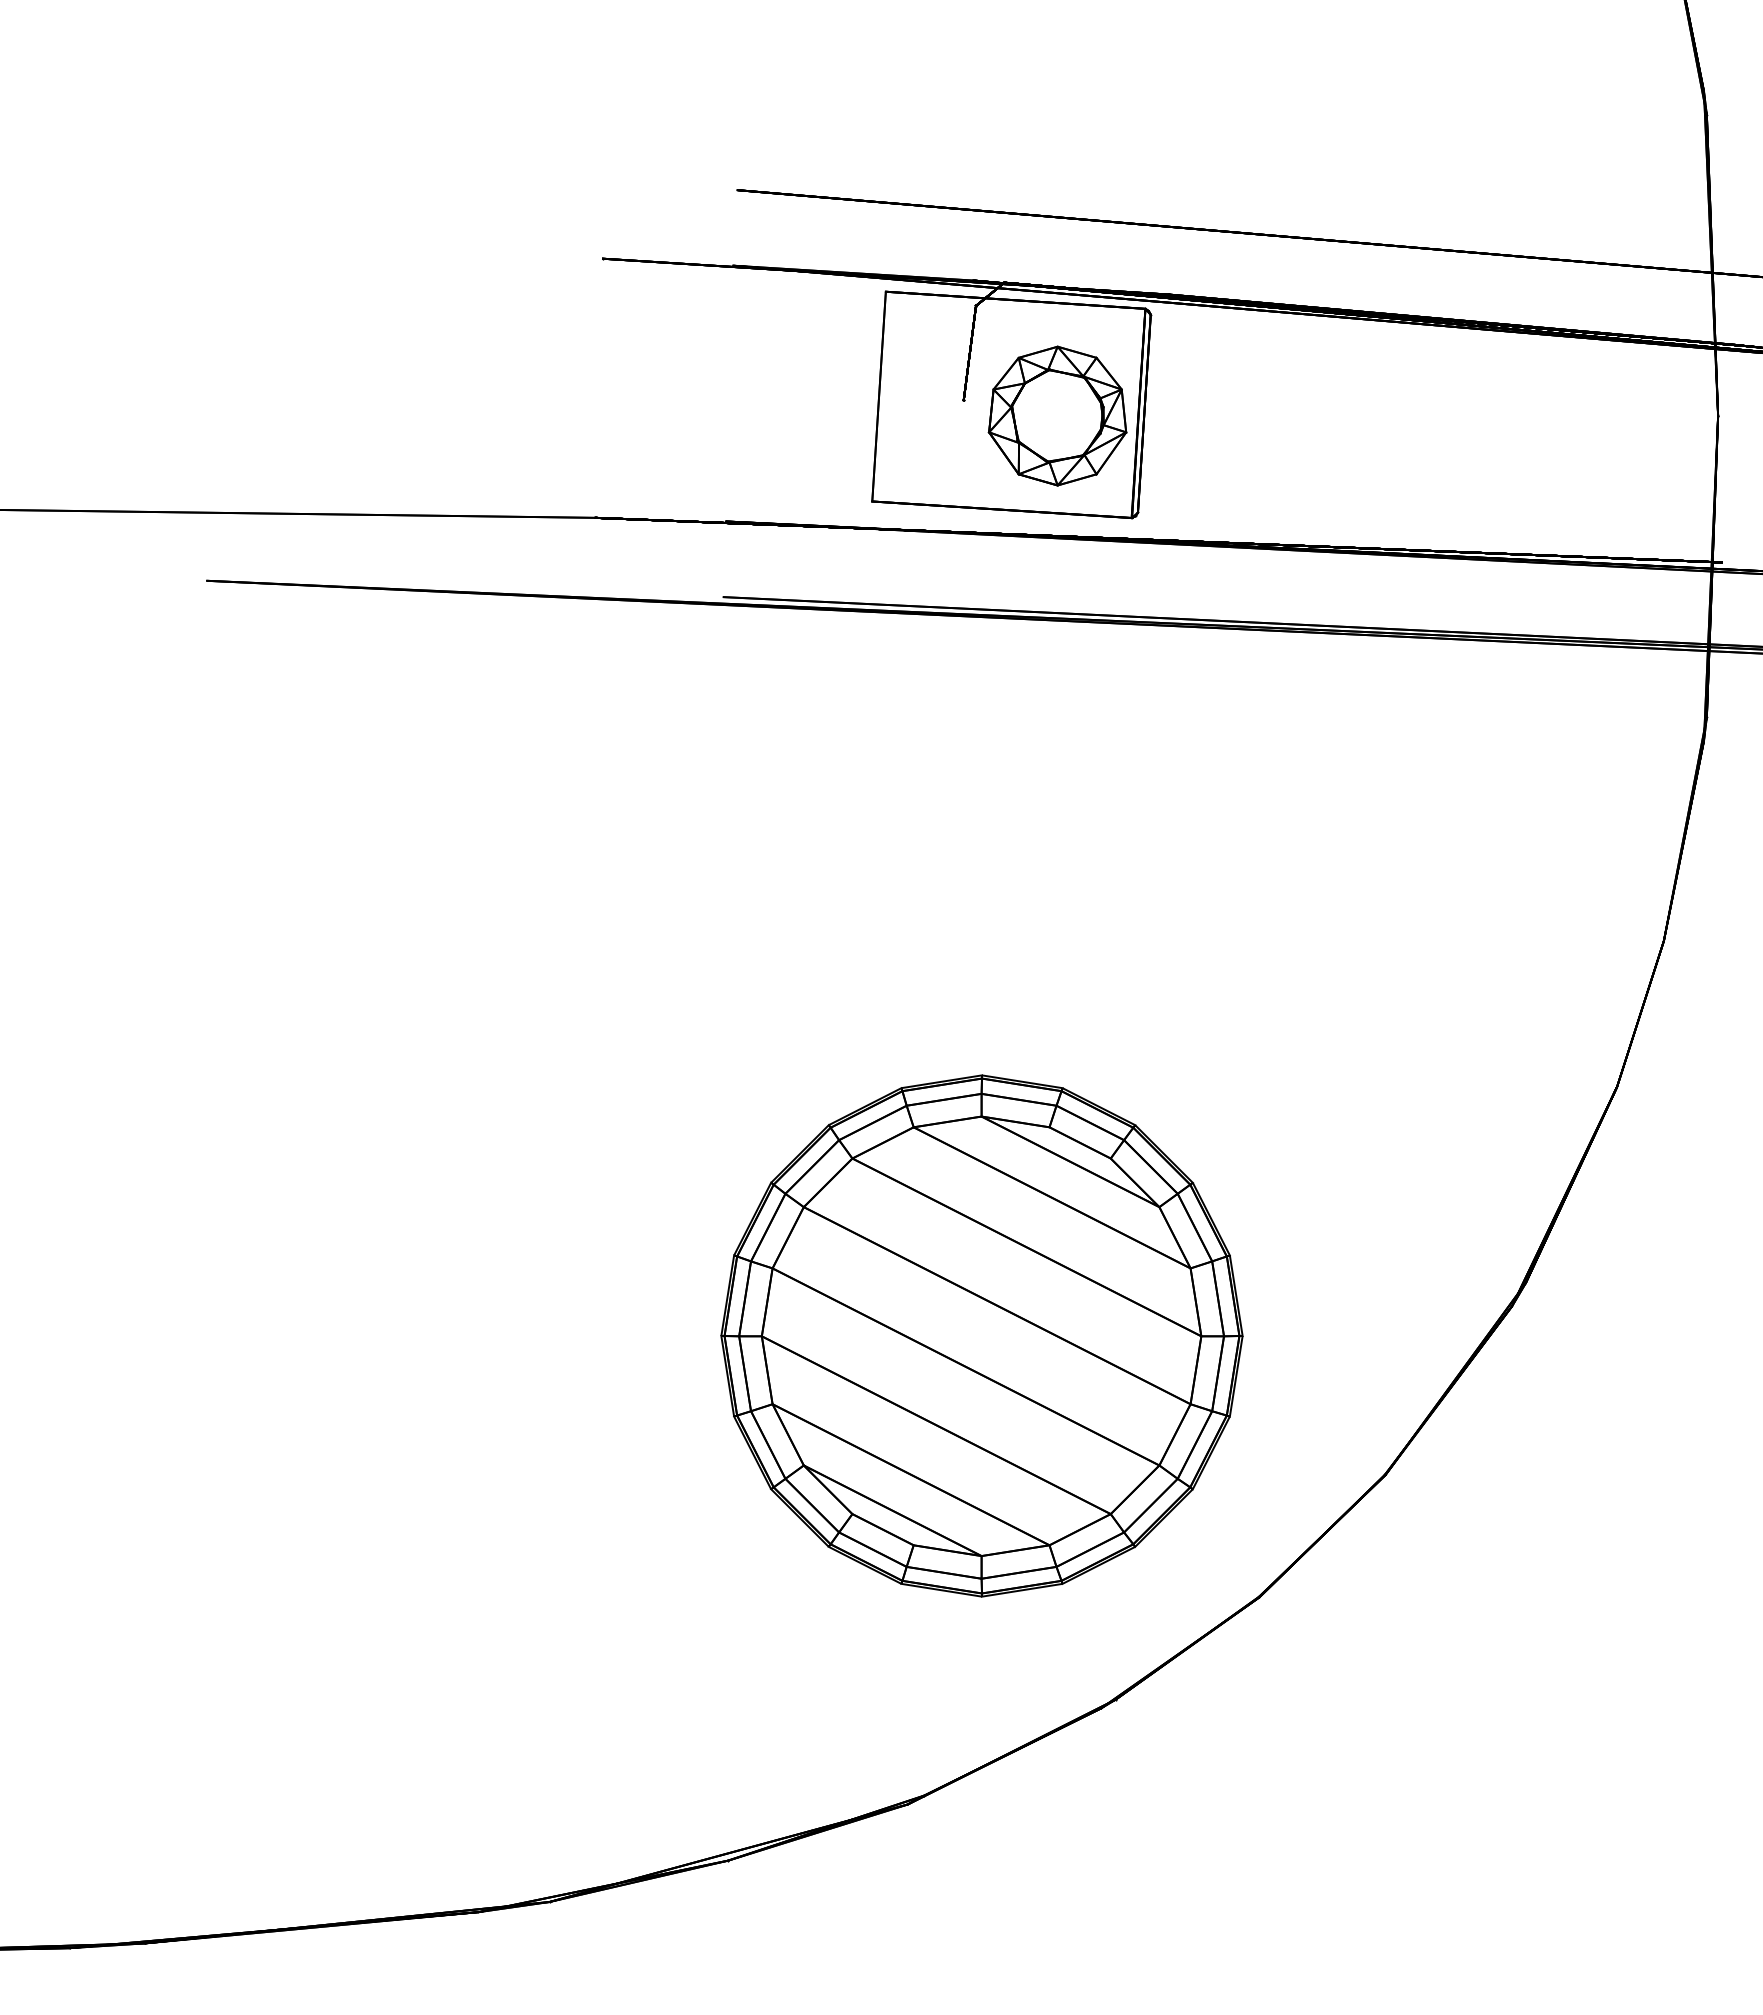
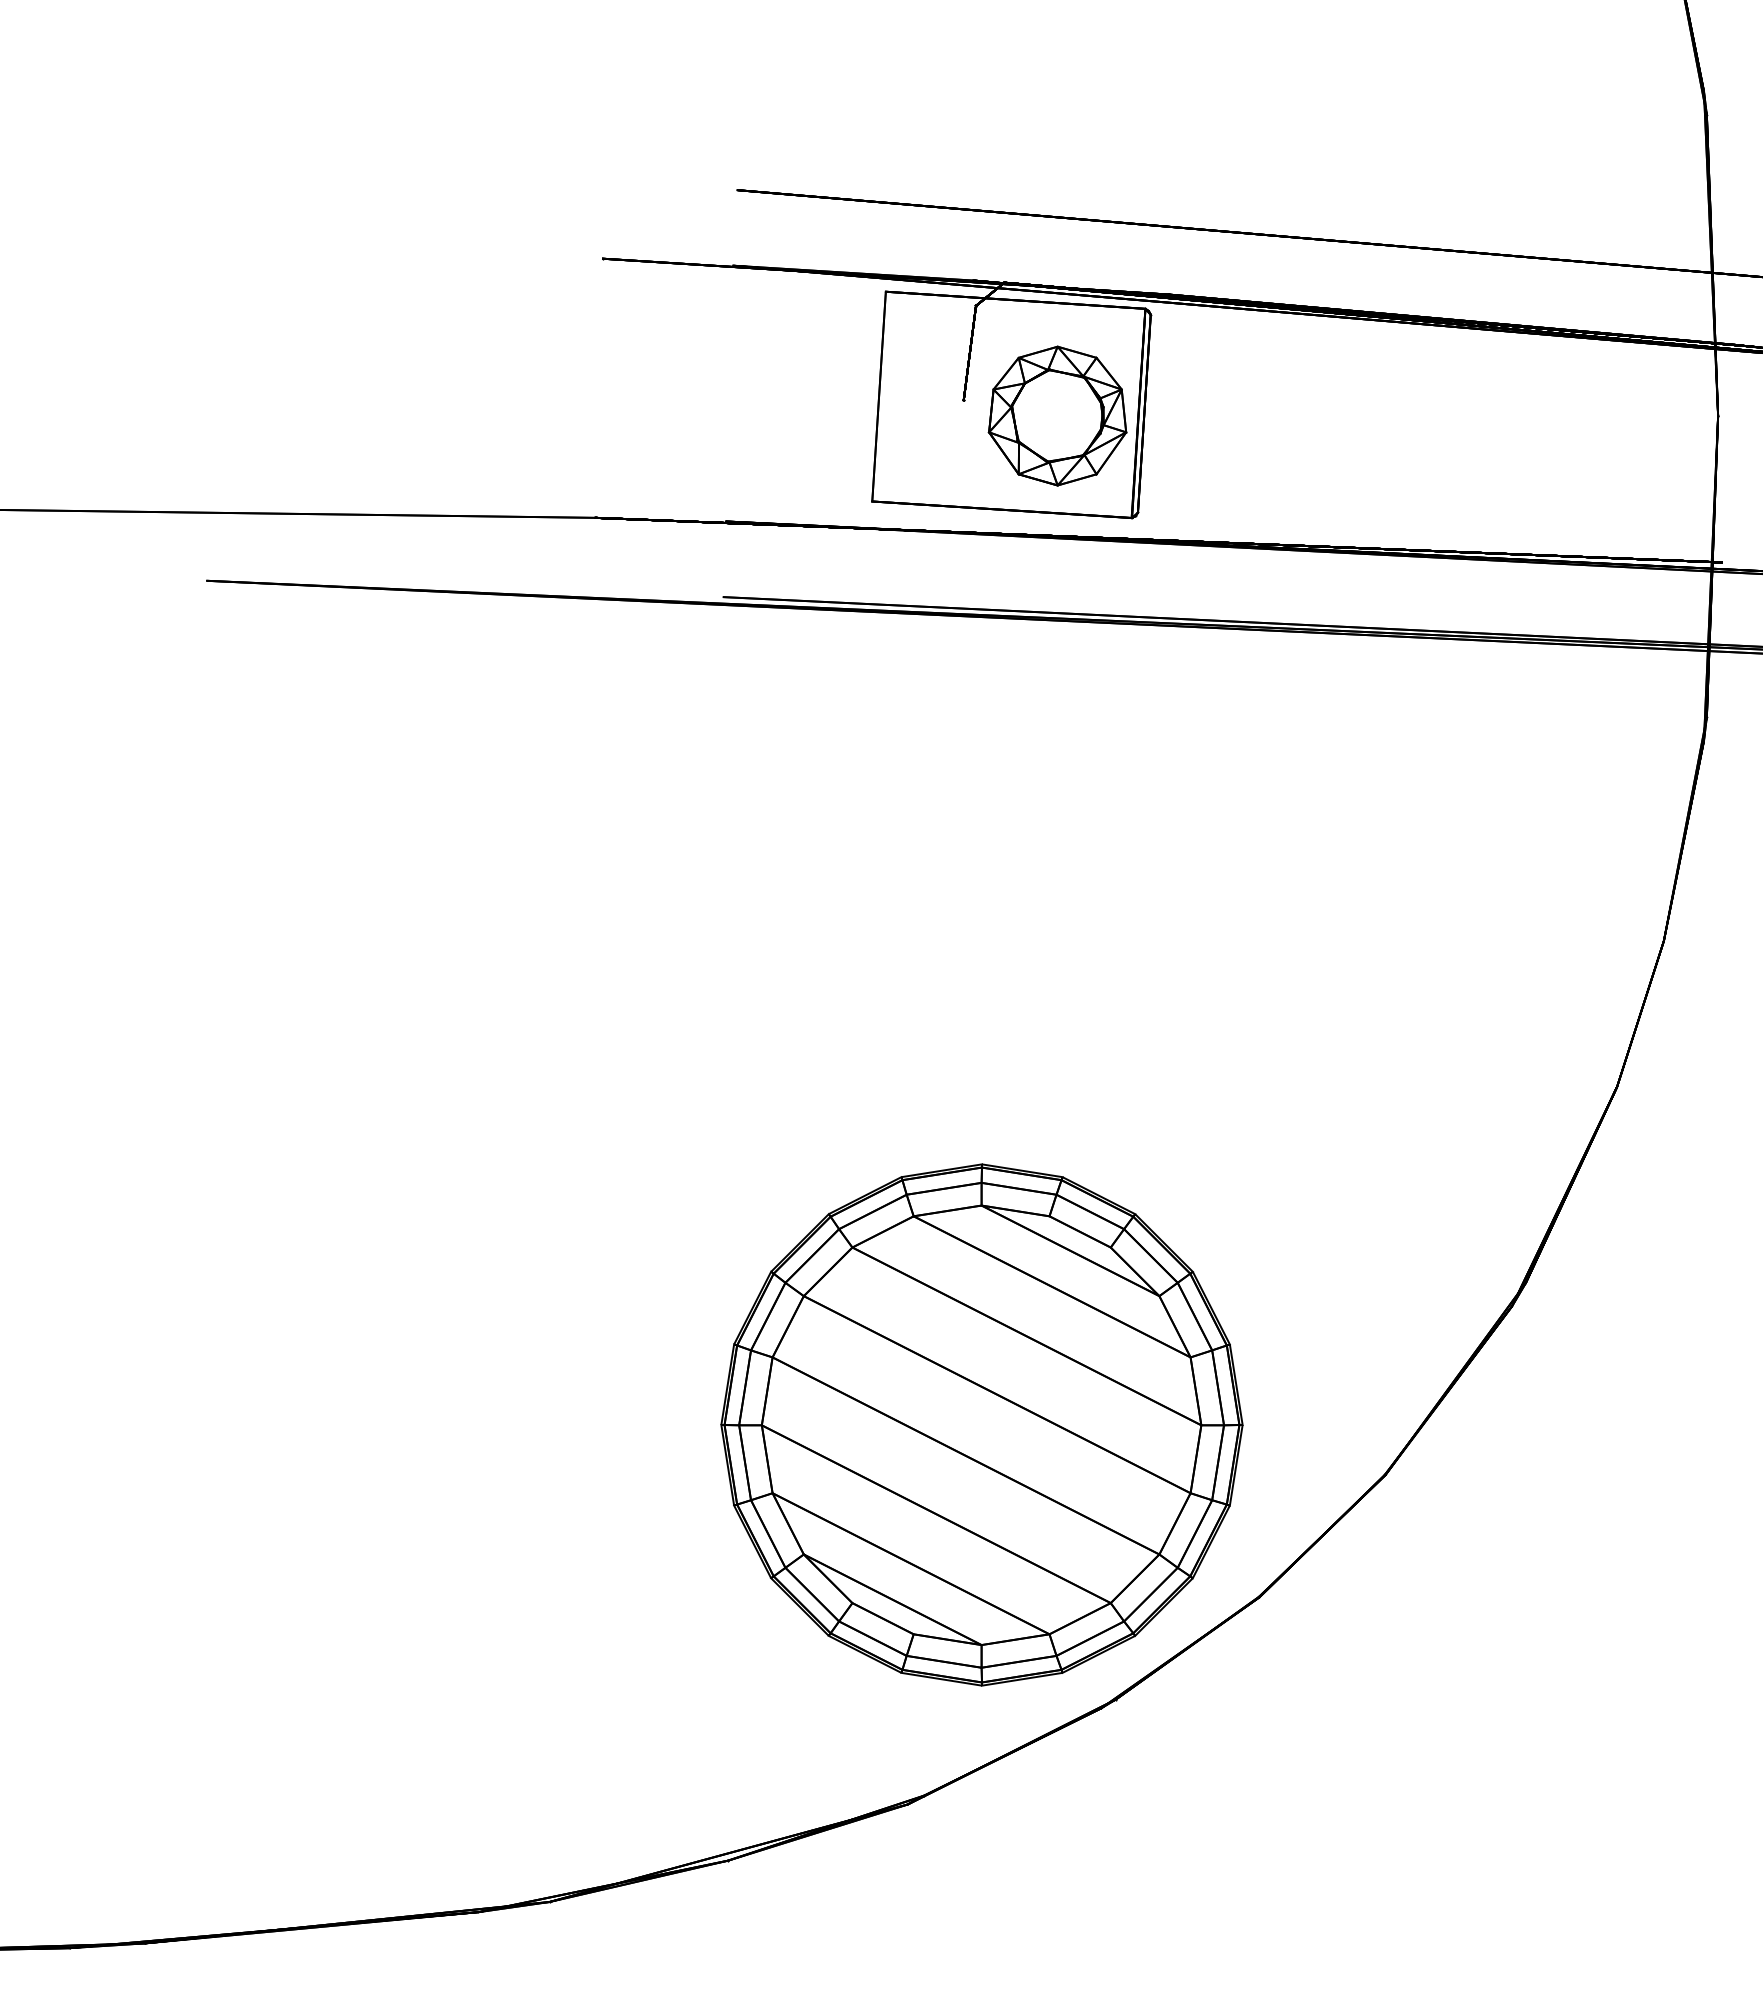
part at (981, 1335) position: (981, 1335) -> (981, 1424)
